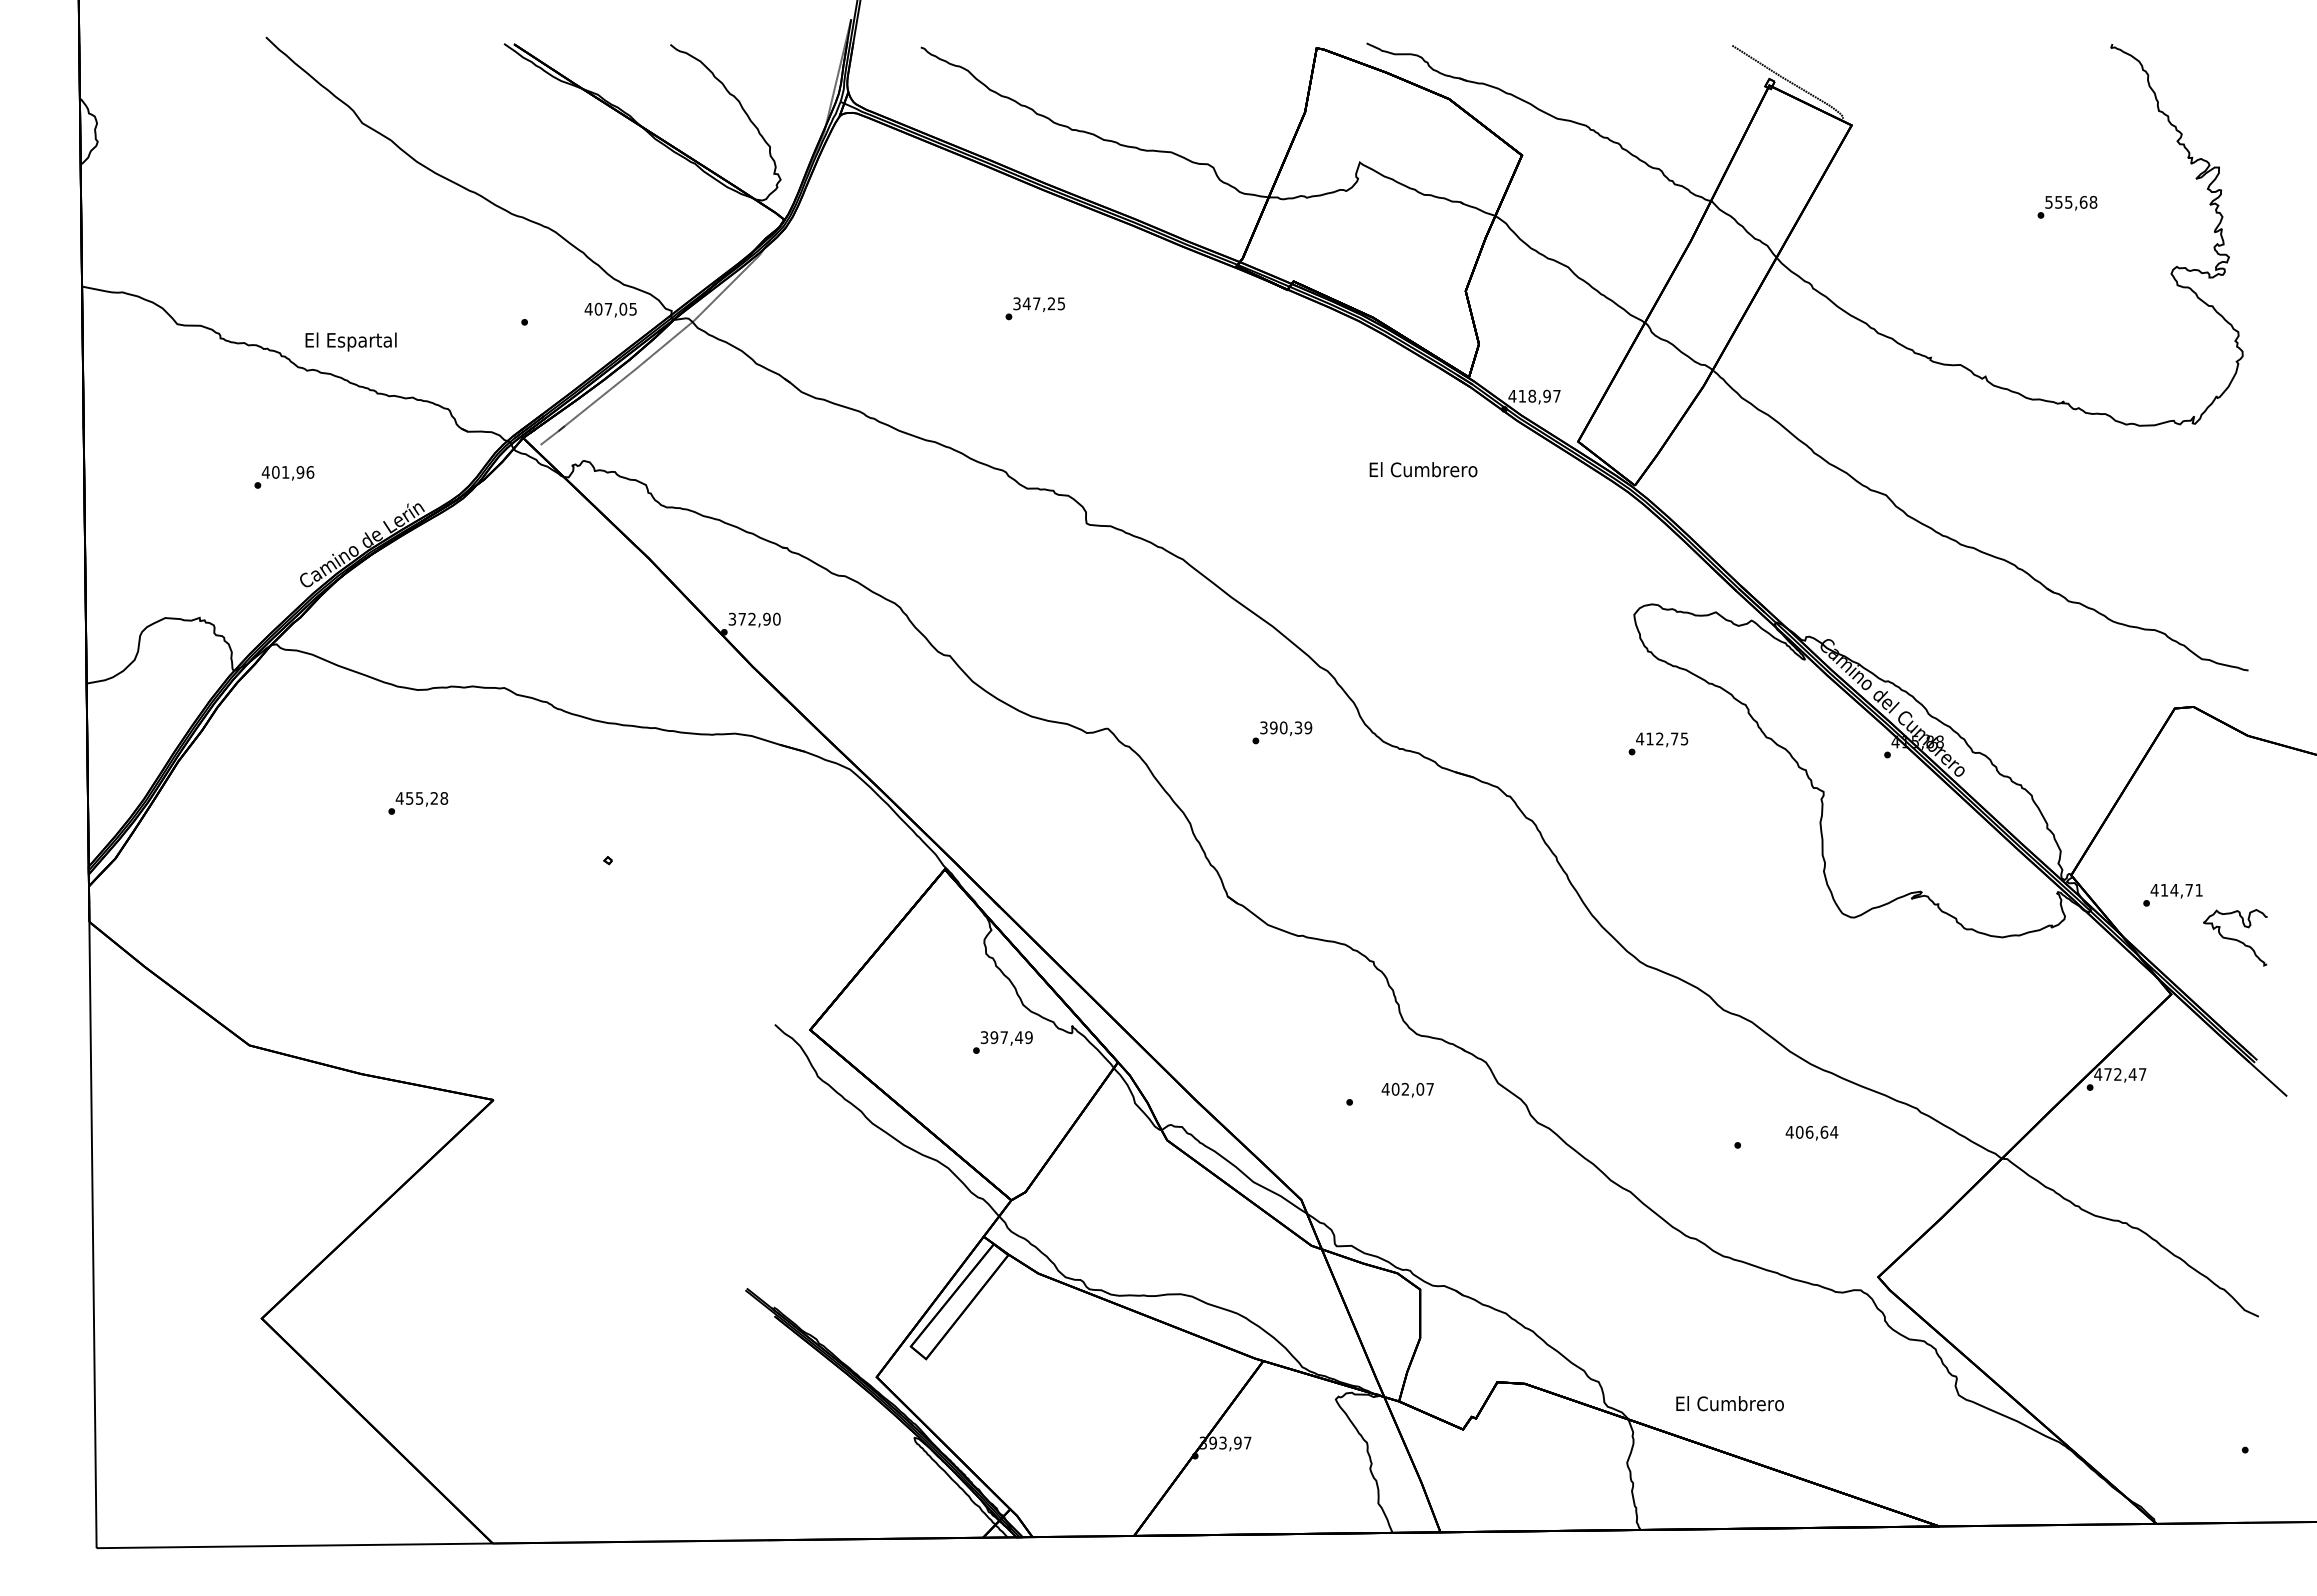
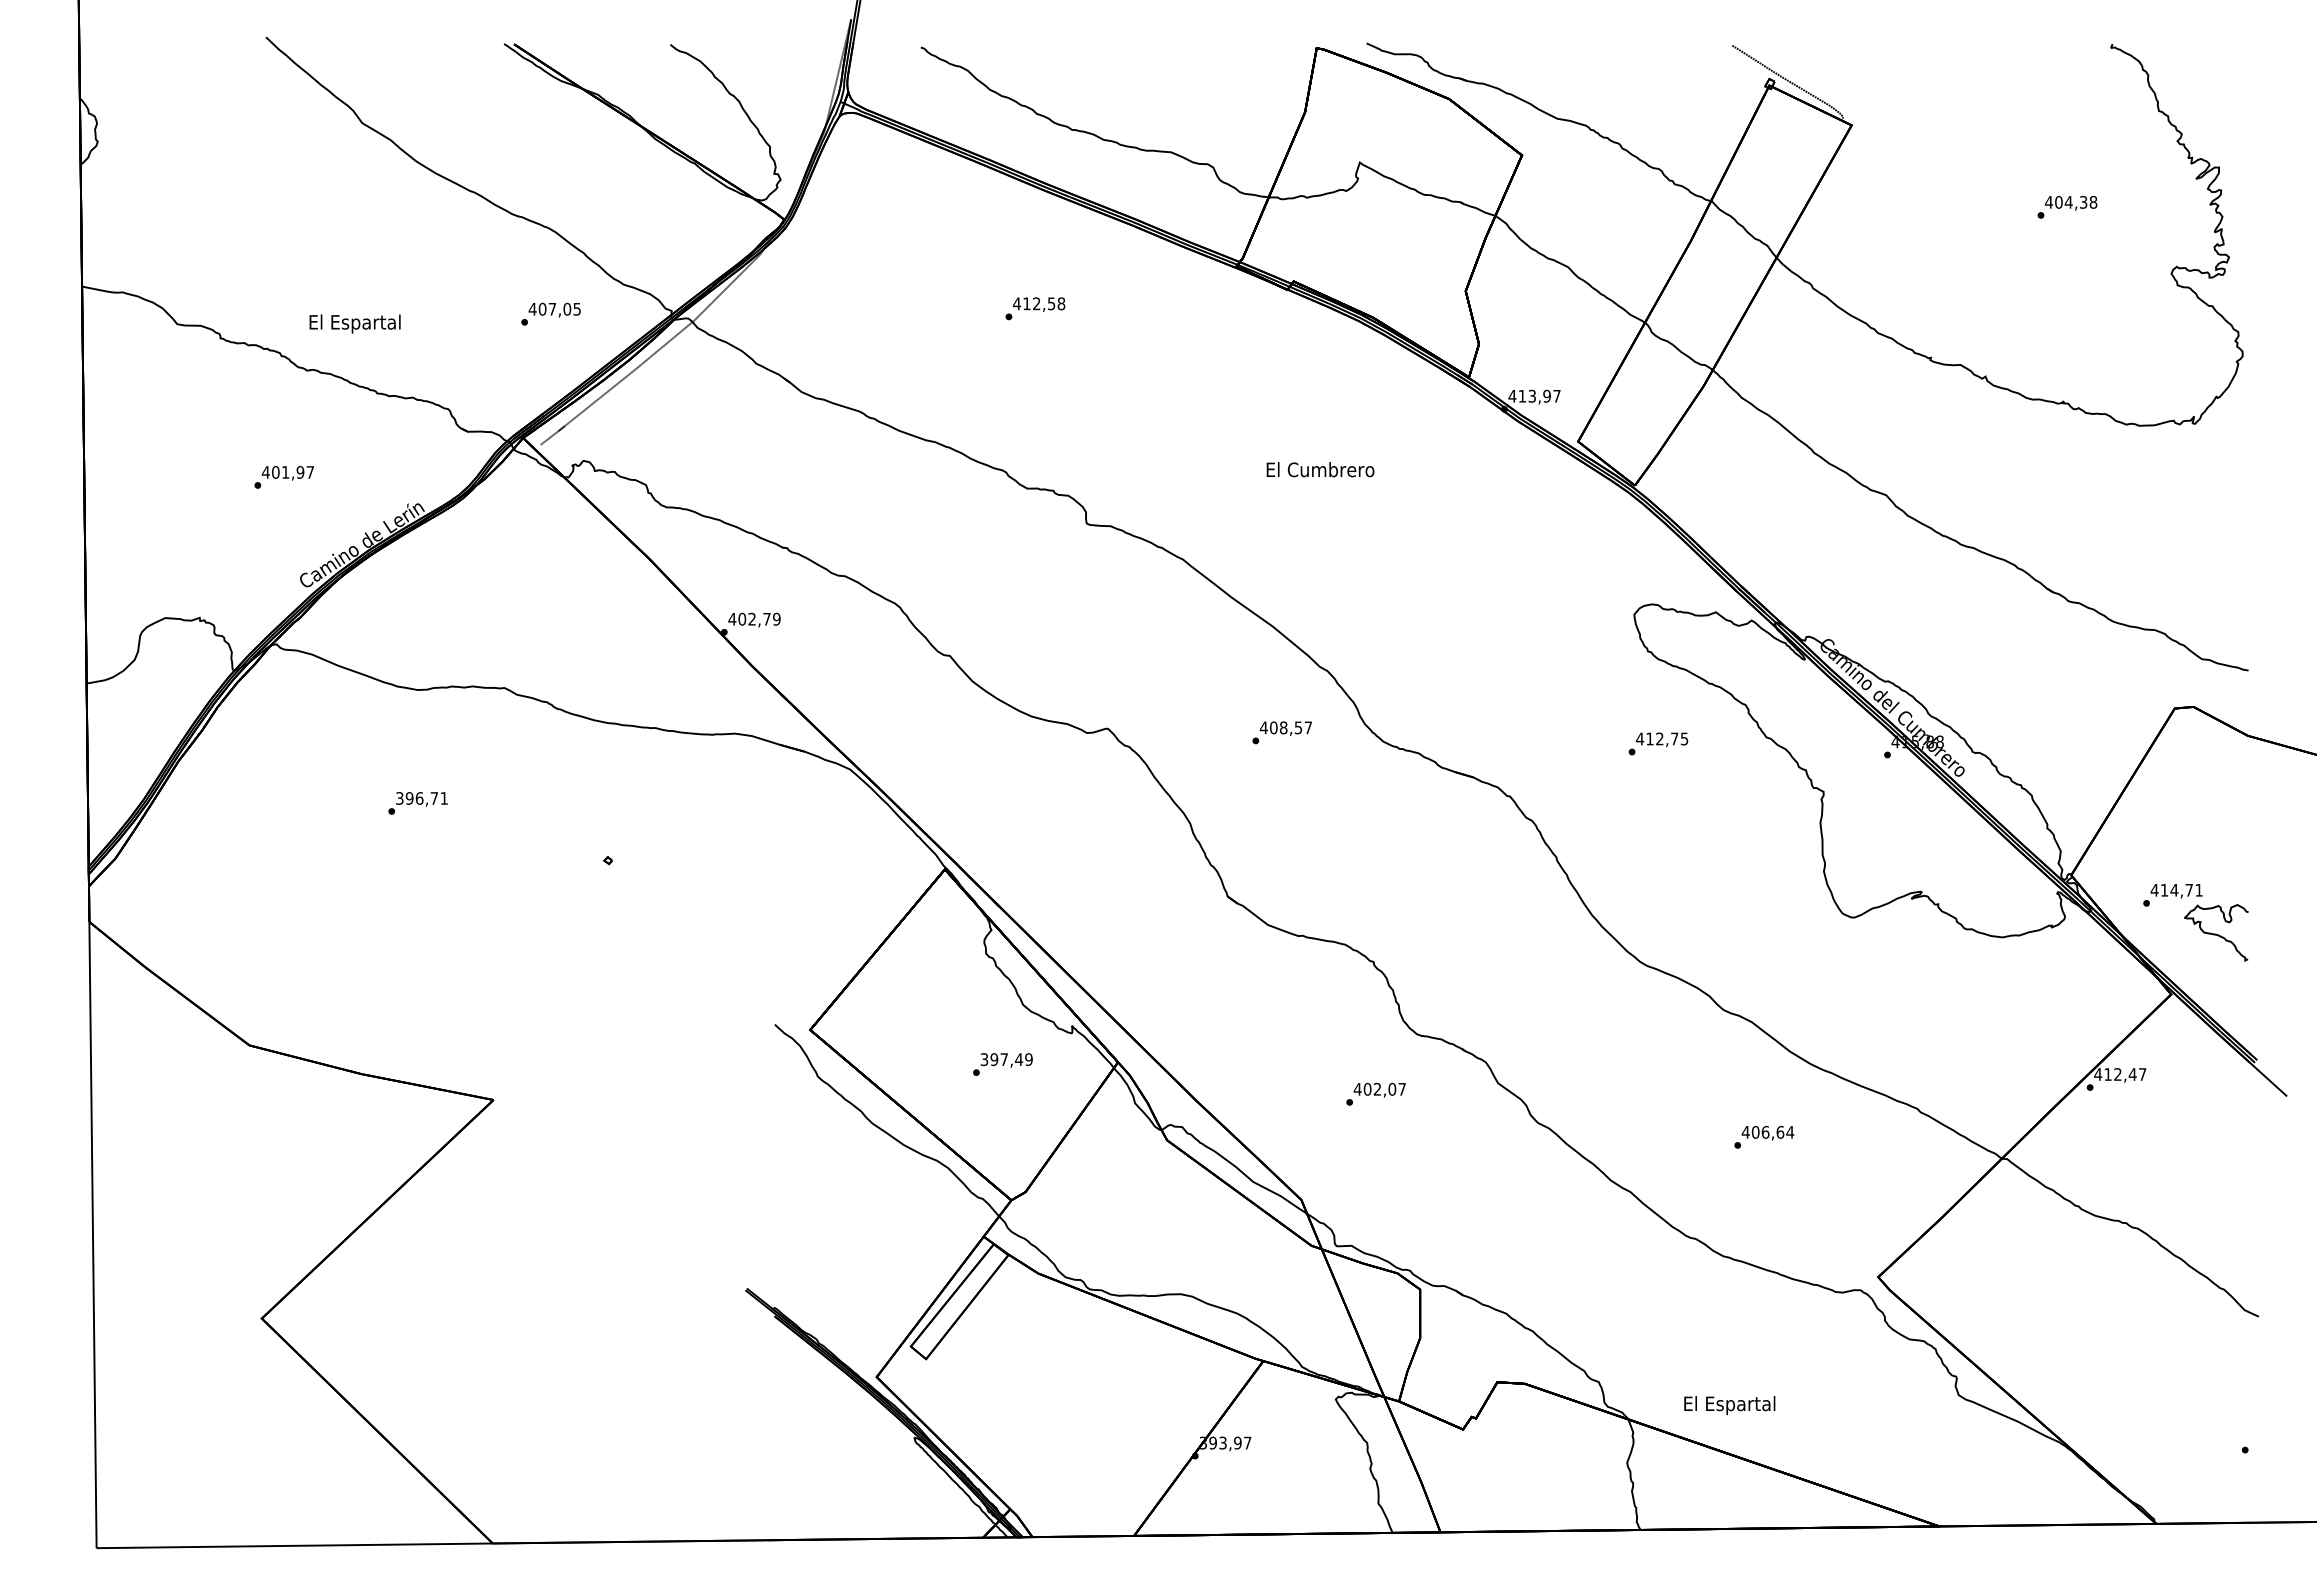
text at (2066, 202): 555,68 -> 404,38
text at (1038, 303): 347,25 -> 412,58
text at (610, 309) position: (610, 309) -> (554, 309)
text at (350, 341) position: (350, 341) -> (354, 323)
text at (1532, 396): 418,97 -> 413,97
text at (1423, 469) position: (1423, 469) -> (1320, 469)
text at (310, 472): 401,96 -> 401,97
text at (754, 618): 372,90 -> 402,79
text at (1285, 727): 390,39 -> 408,57
text at (421, 798): 455,28 -> 396,71
curve at (2235, 938) position: (2235, 938) -> (2216, 933)
text at (1002, 1042) position: (1002, 1042) -> (1002, 1064)
text at (2107, 1074): 472,47 -> 412,47
text at (1407, 1089) position: (1407, 1089) -> (1379, 1089)
text at (1811, 1132) position: (1811, 1132) -> (1767, 1132)
text at (1729, 1405): El Cumbrero -> El Espartal
